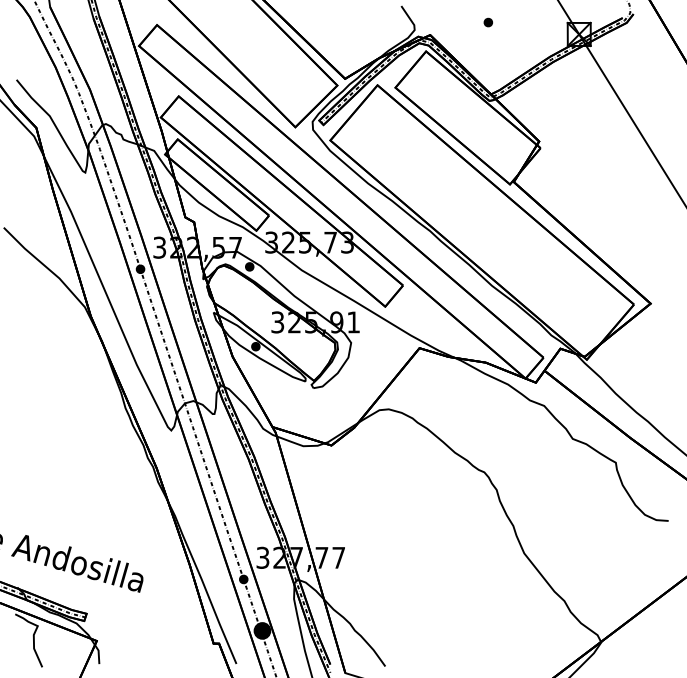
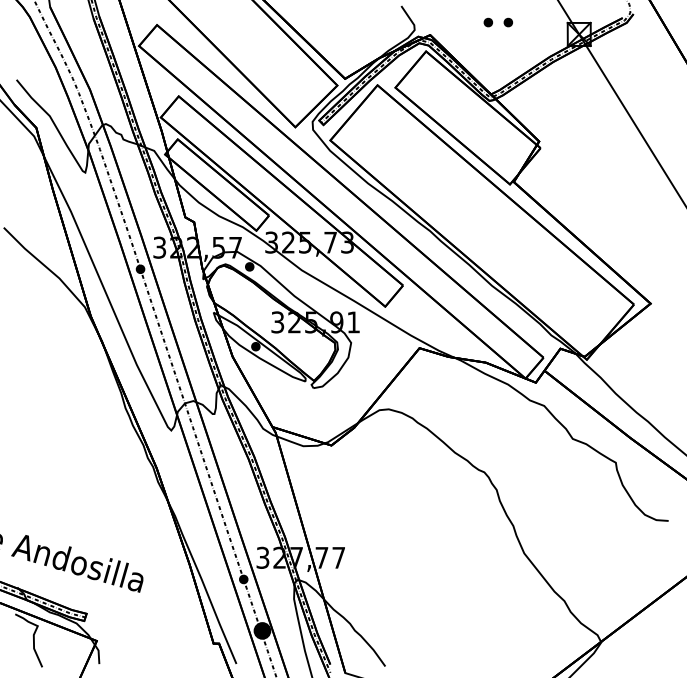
part at (507, 22): none -> present
